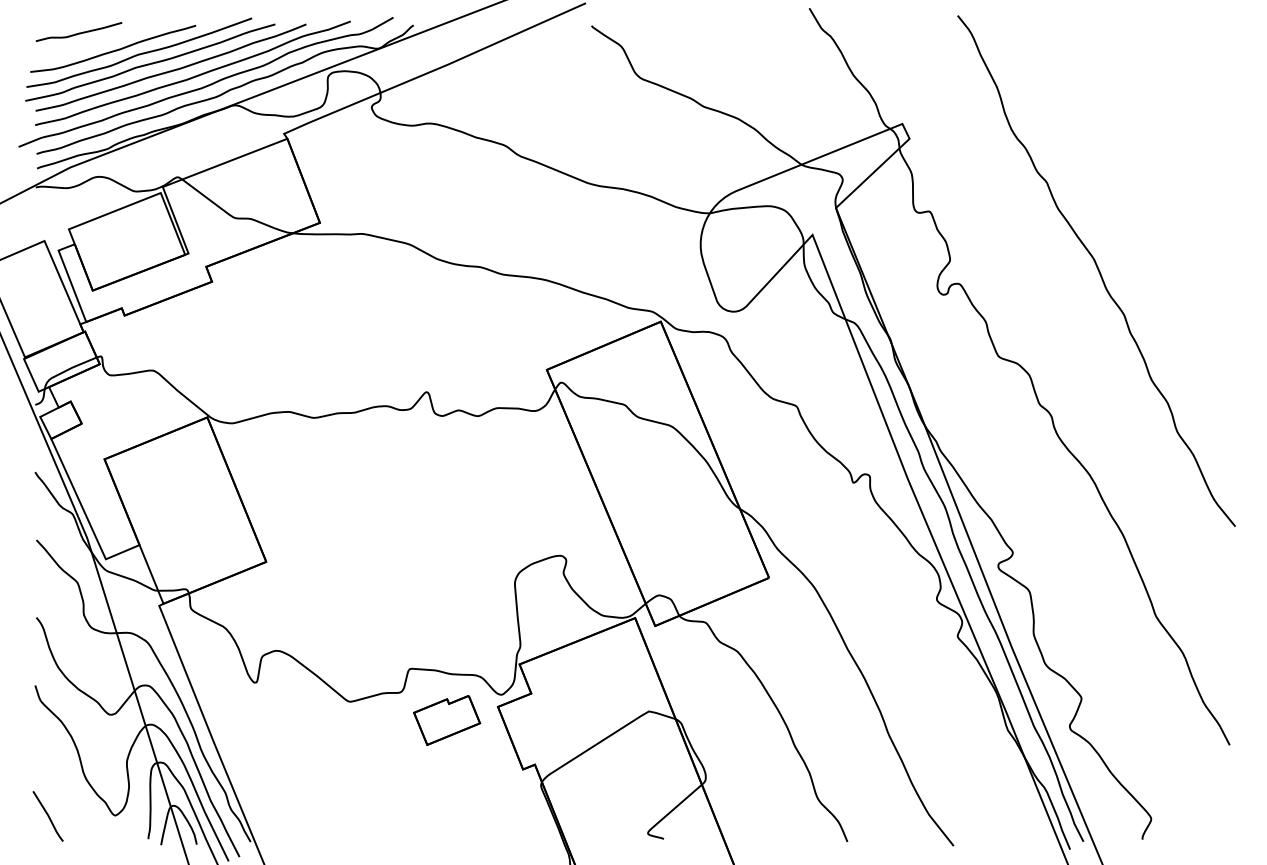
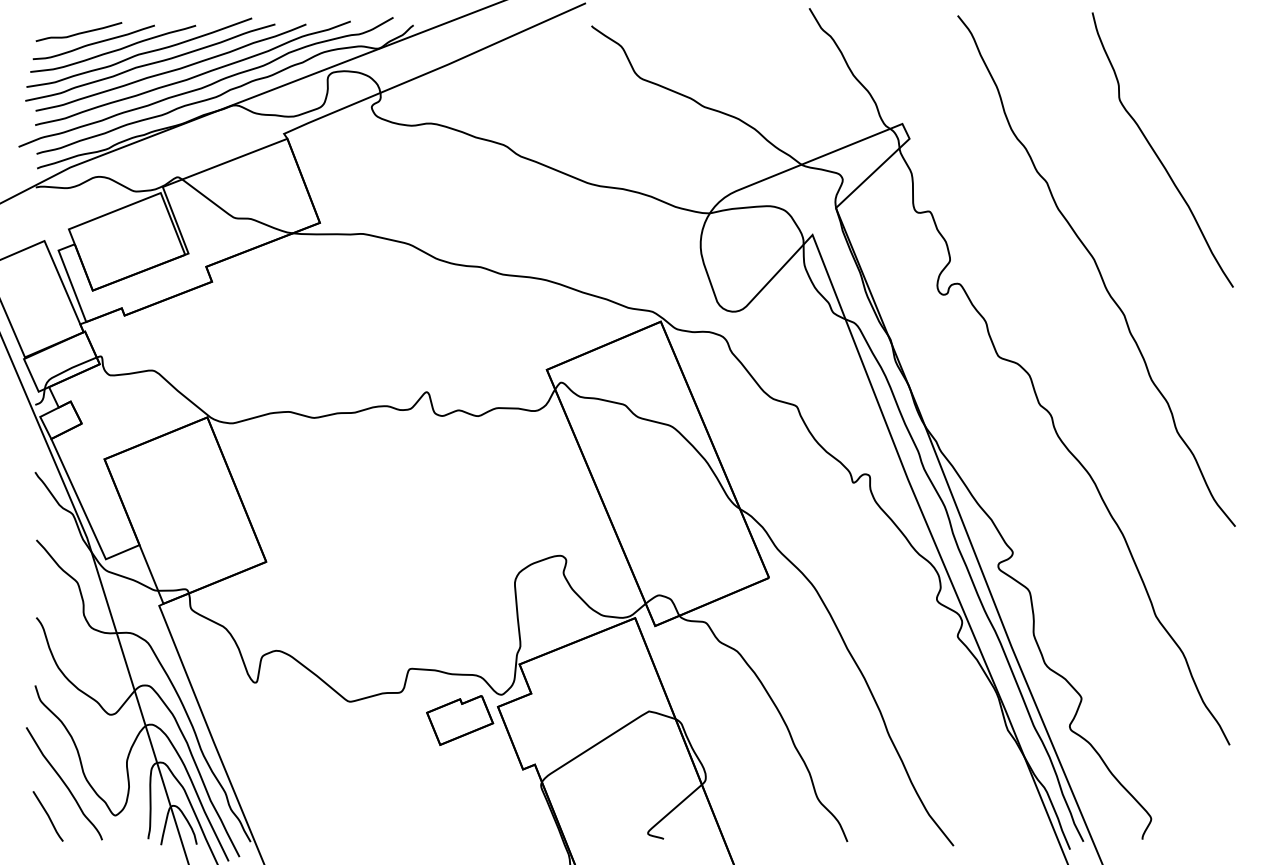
curve at (93, 42): none -> present
curve at (1157, 154): none -> present
part at (447, 720) position: (447, 720) -> (460, 720)
curve at (64, 783): none -> present
